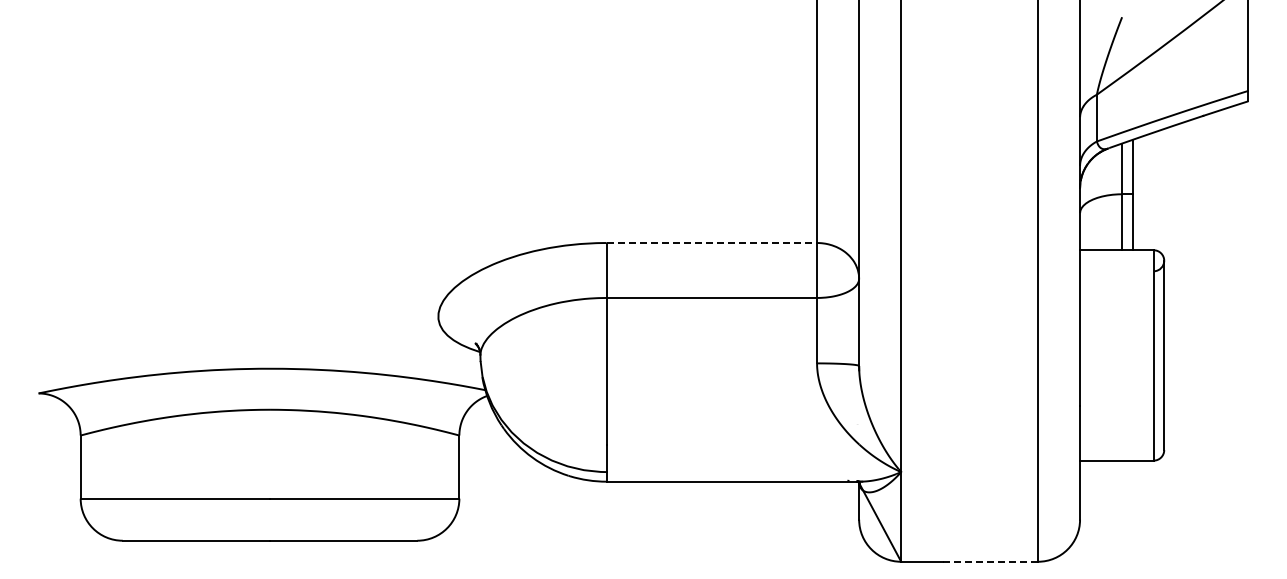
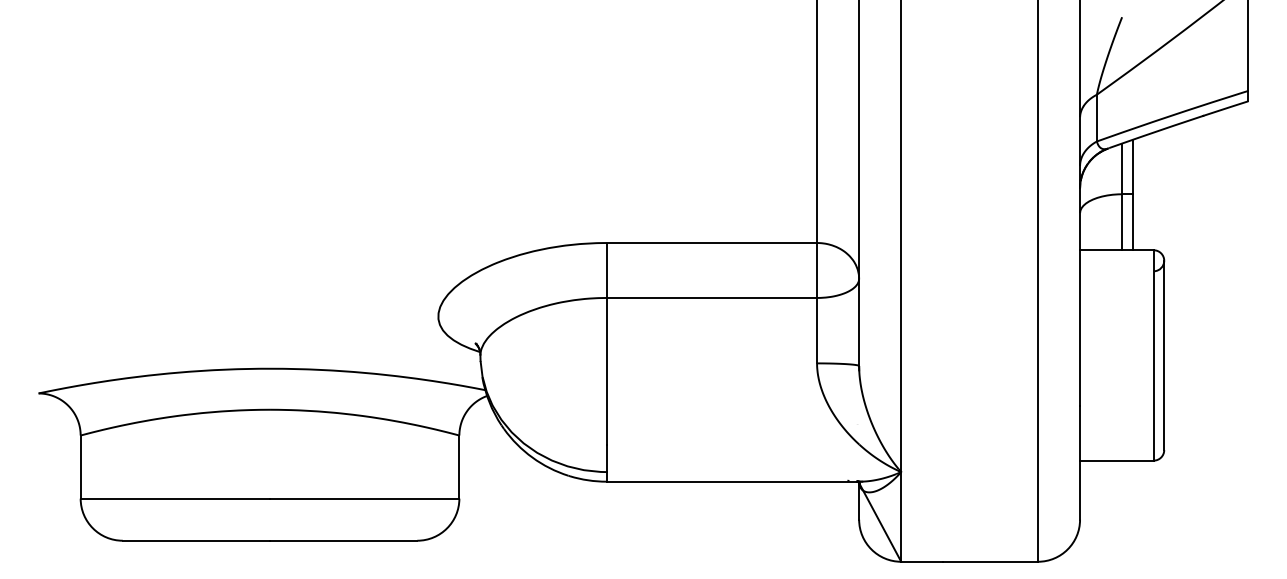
line at (712, 243): dashed -> solid
line at (990, 561): dashed -> solid
